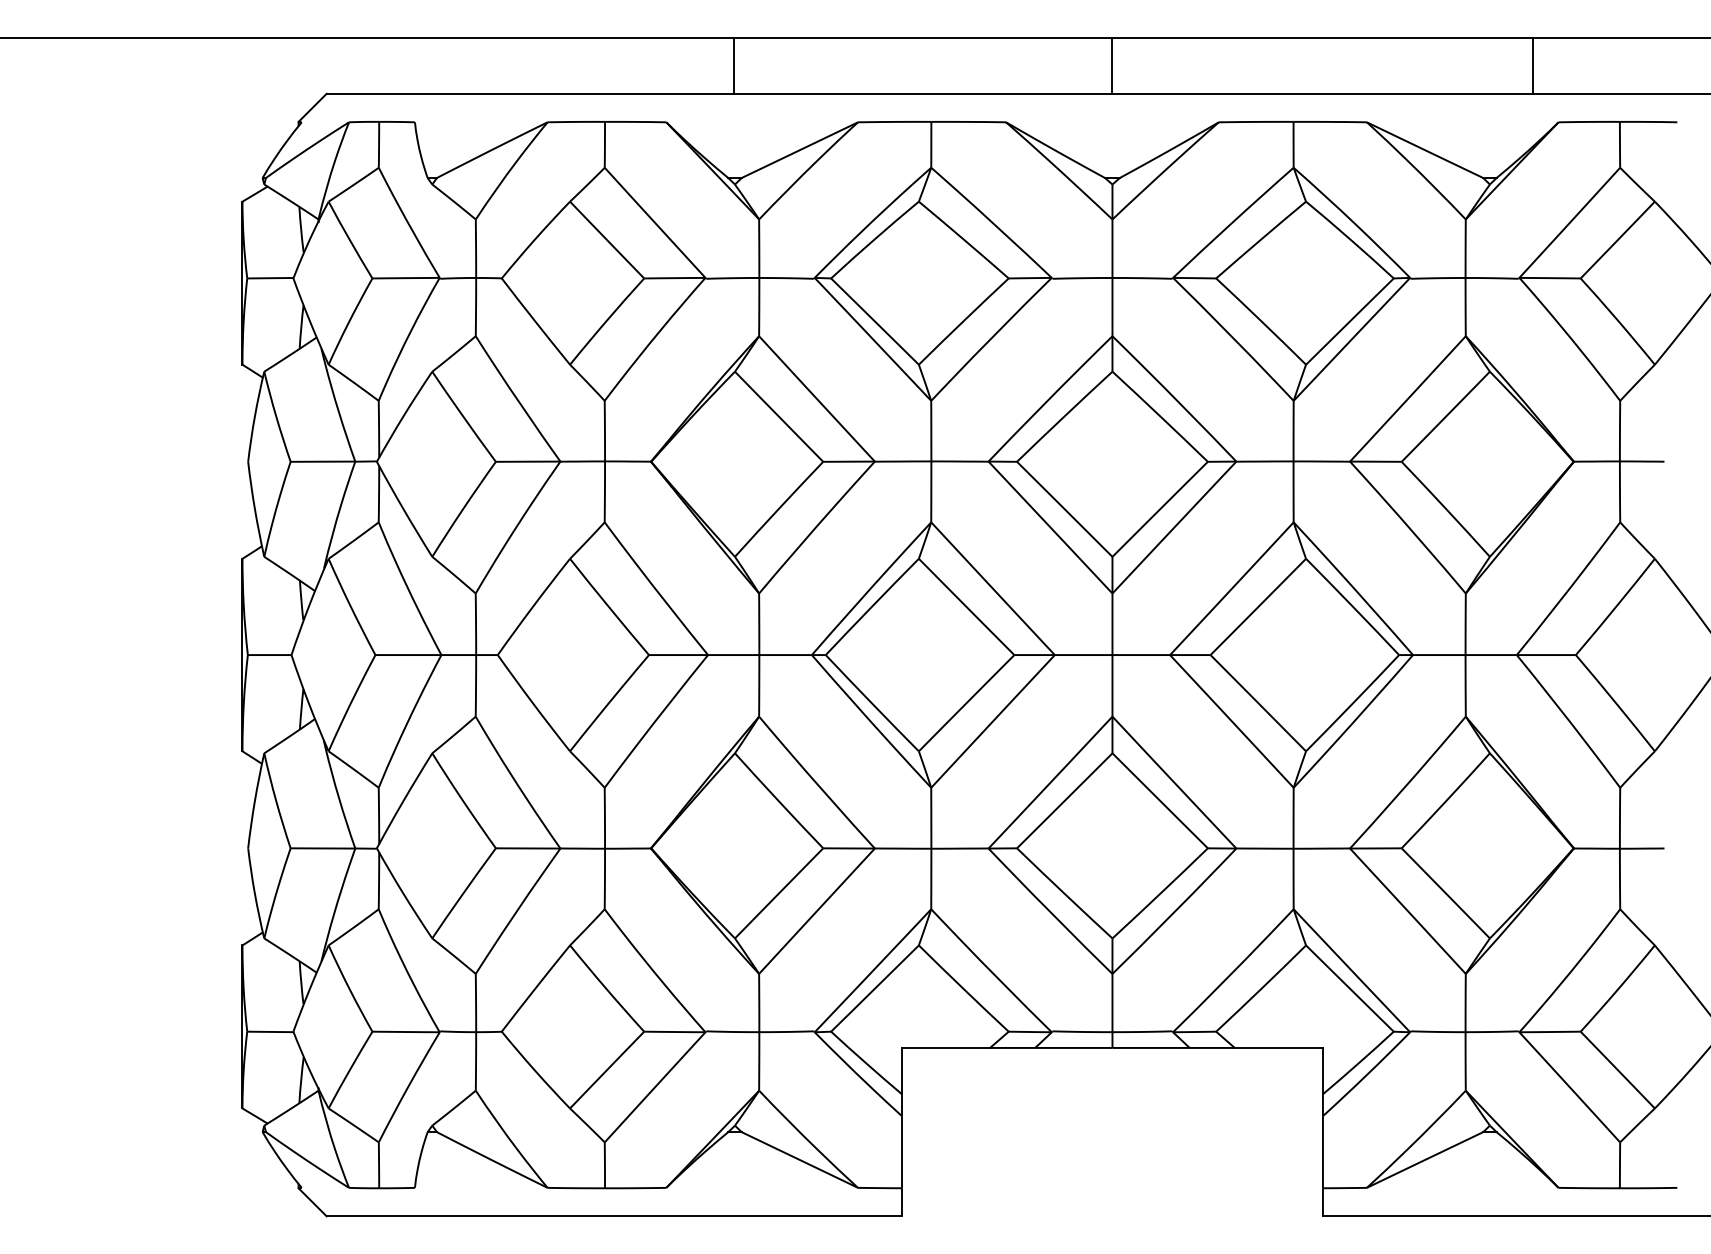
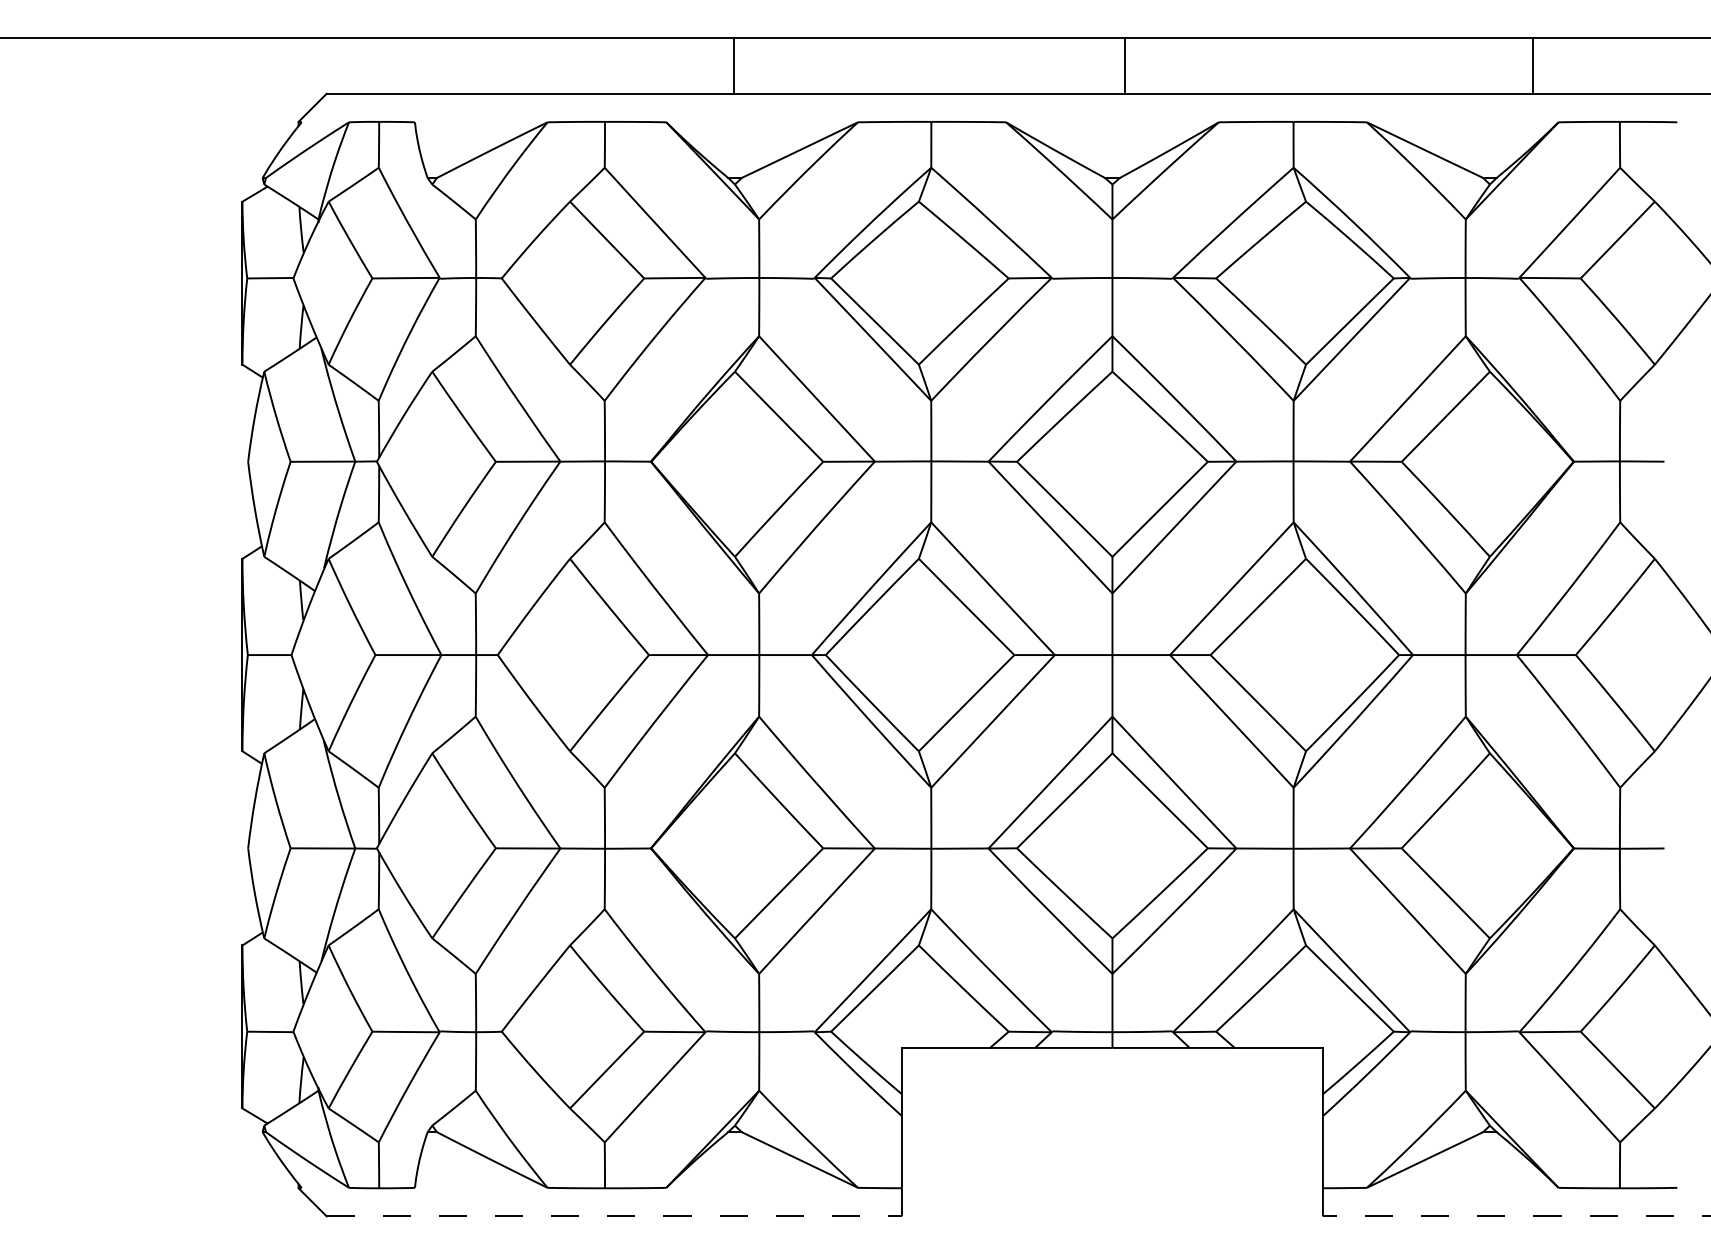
line at (1112, 65) position: (1112, 65) -> (1125, 65)
line at (614, 1216): solid -> dashed
line at (1516, 1216): solid -> dashed
